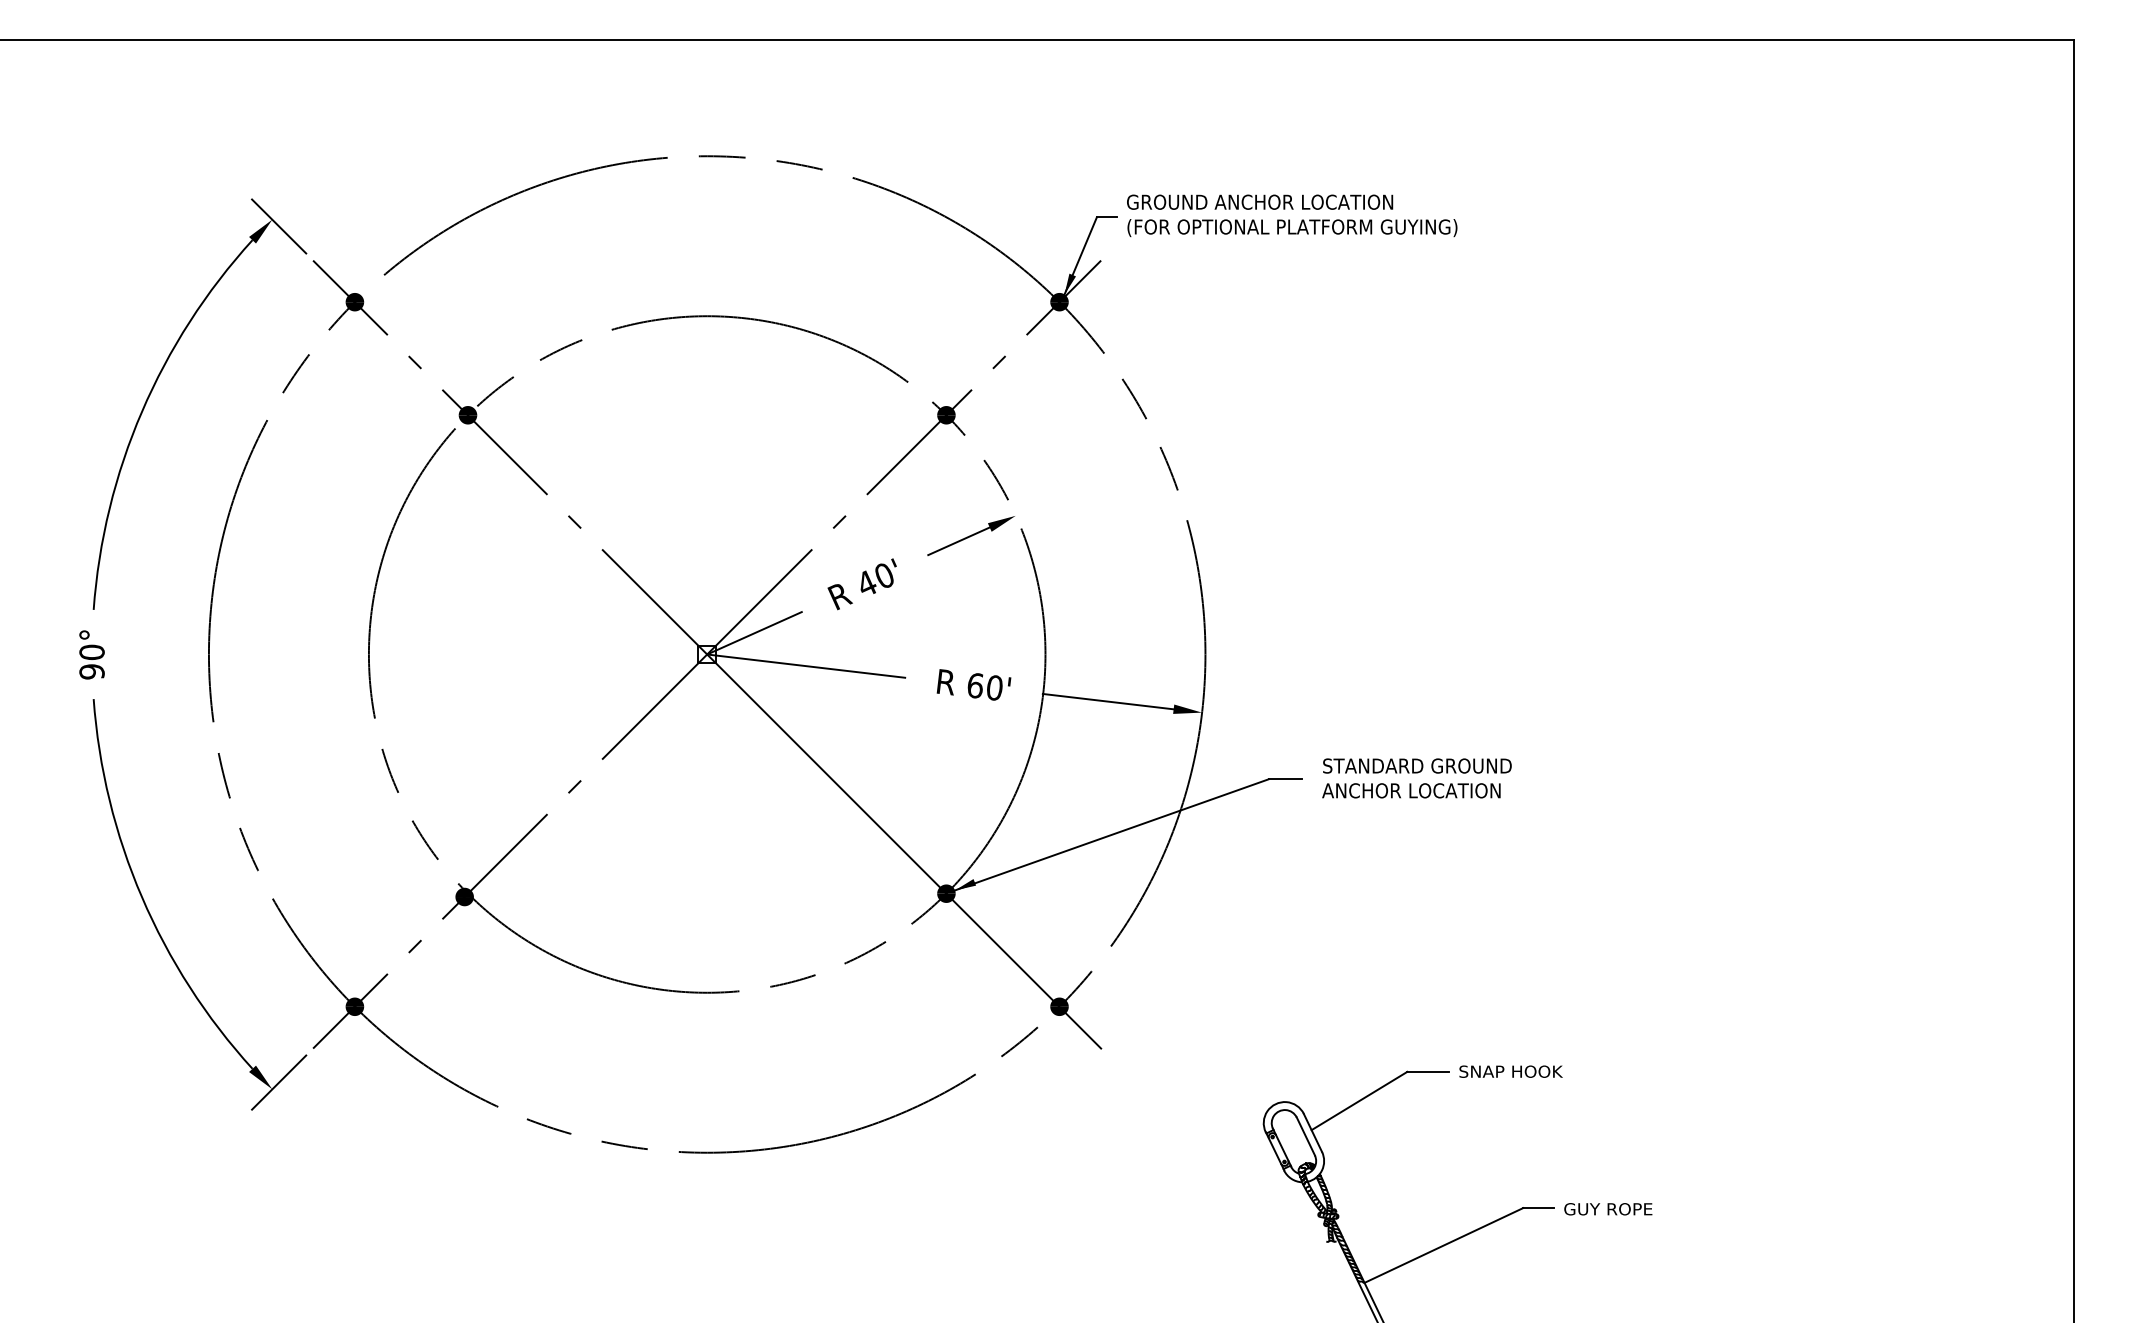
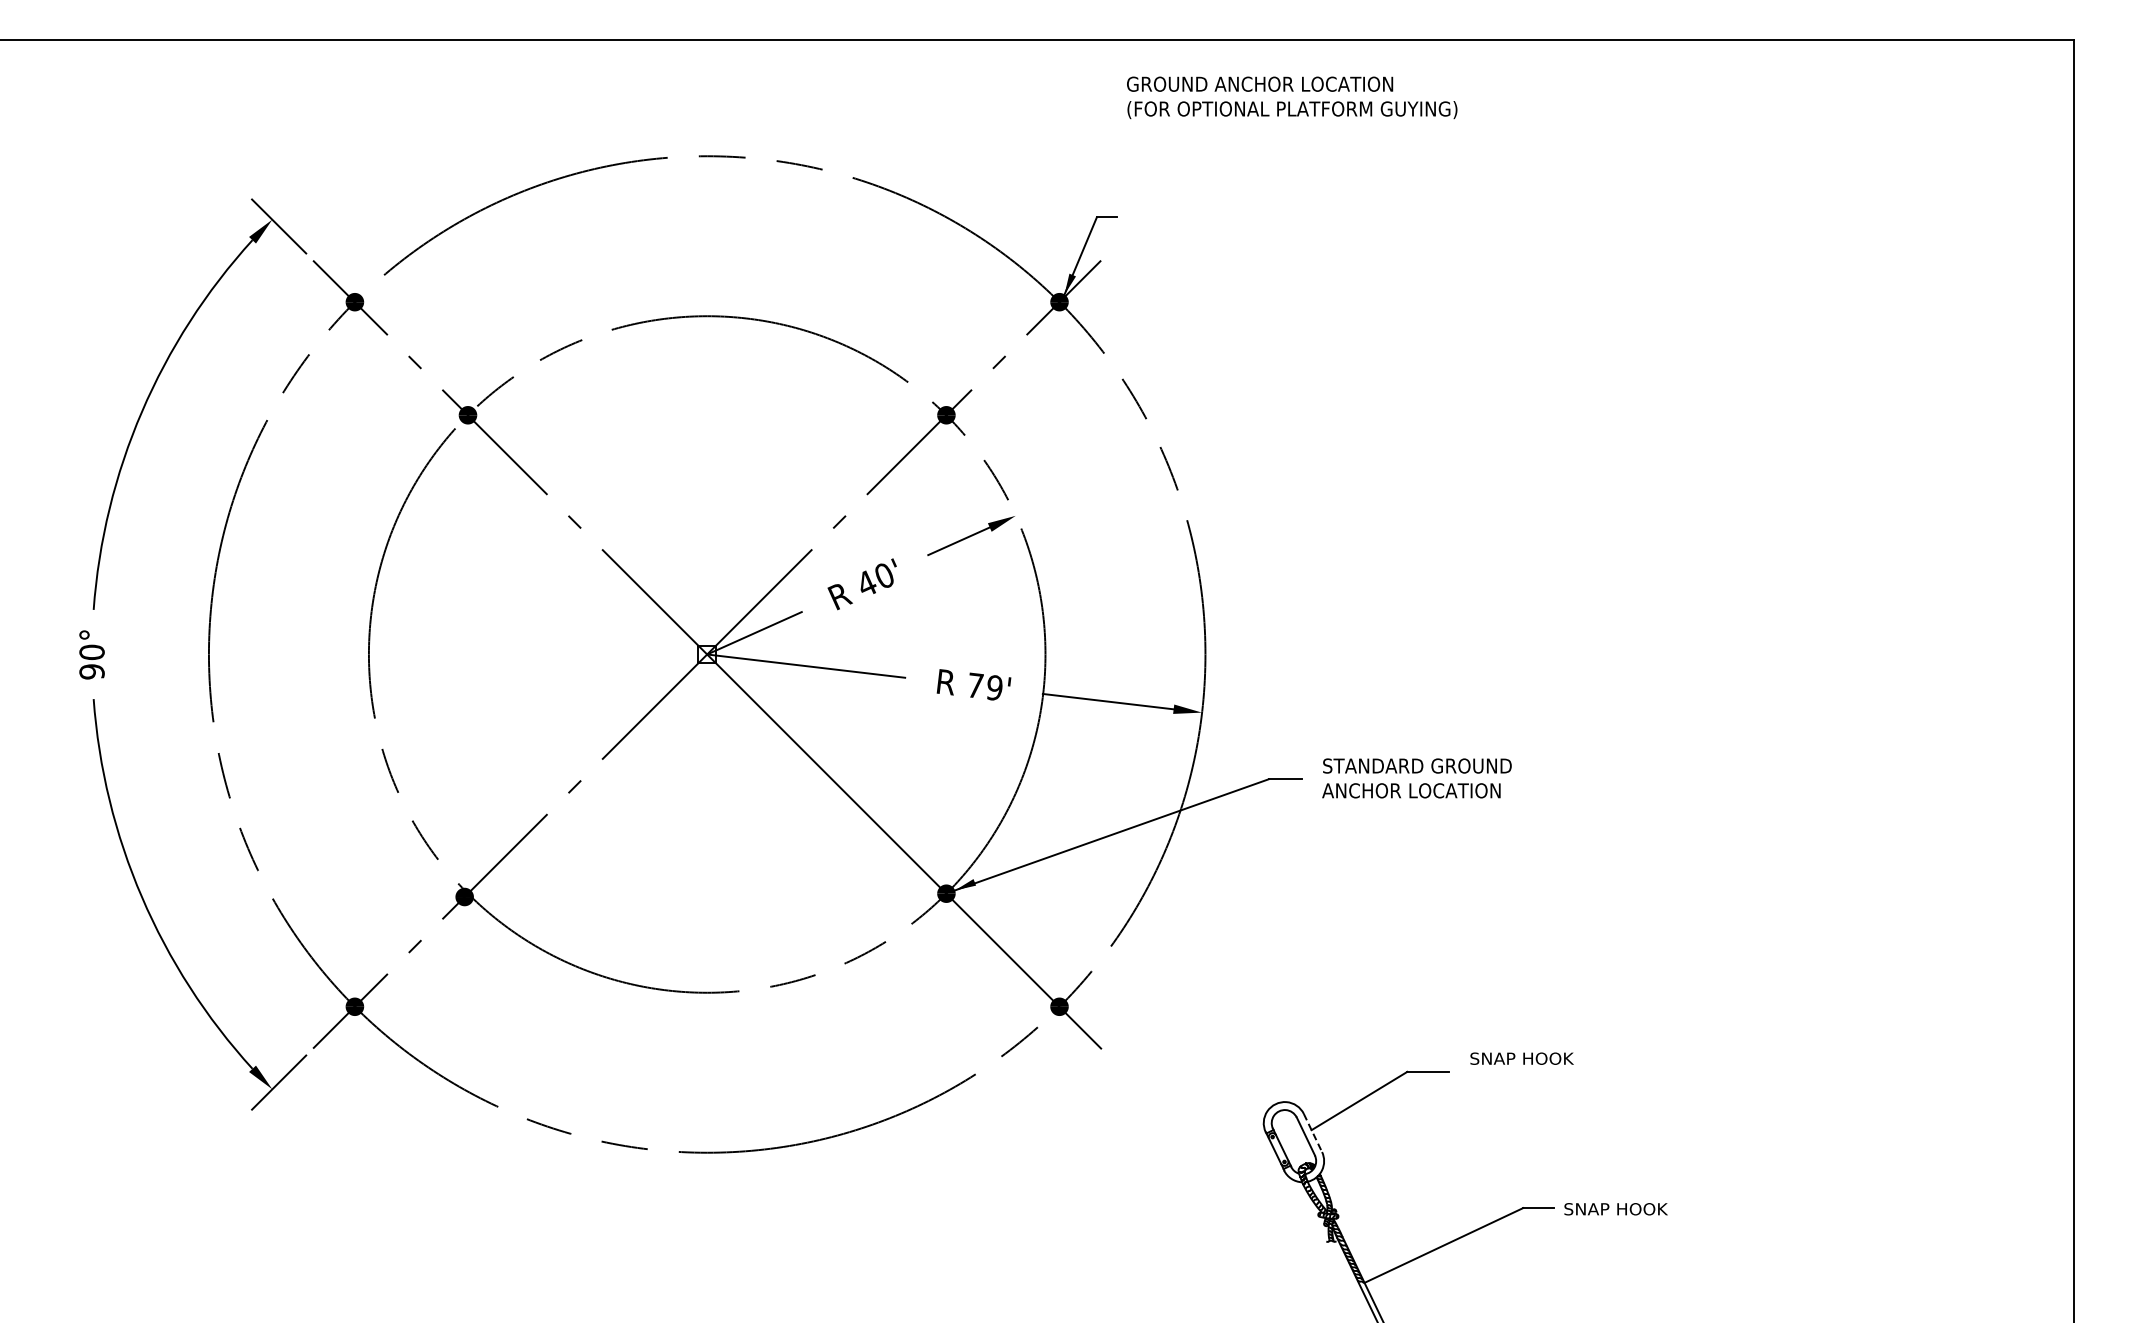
text at (1292, 215) position: (1292, 215) -> (1292, 97)
text at (984, 686): 60' -> 79'
text at (1510, 1071) position: (1510, 1071) -> (1521, 1058)
line at (1313, 1133): solid -> dashed
text at (1615, 1209): GUY ROPE -> SNAP HOOK
